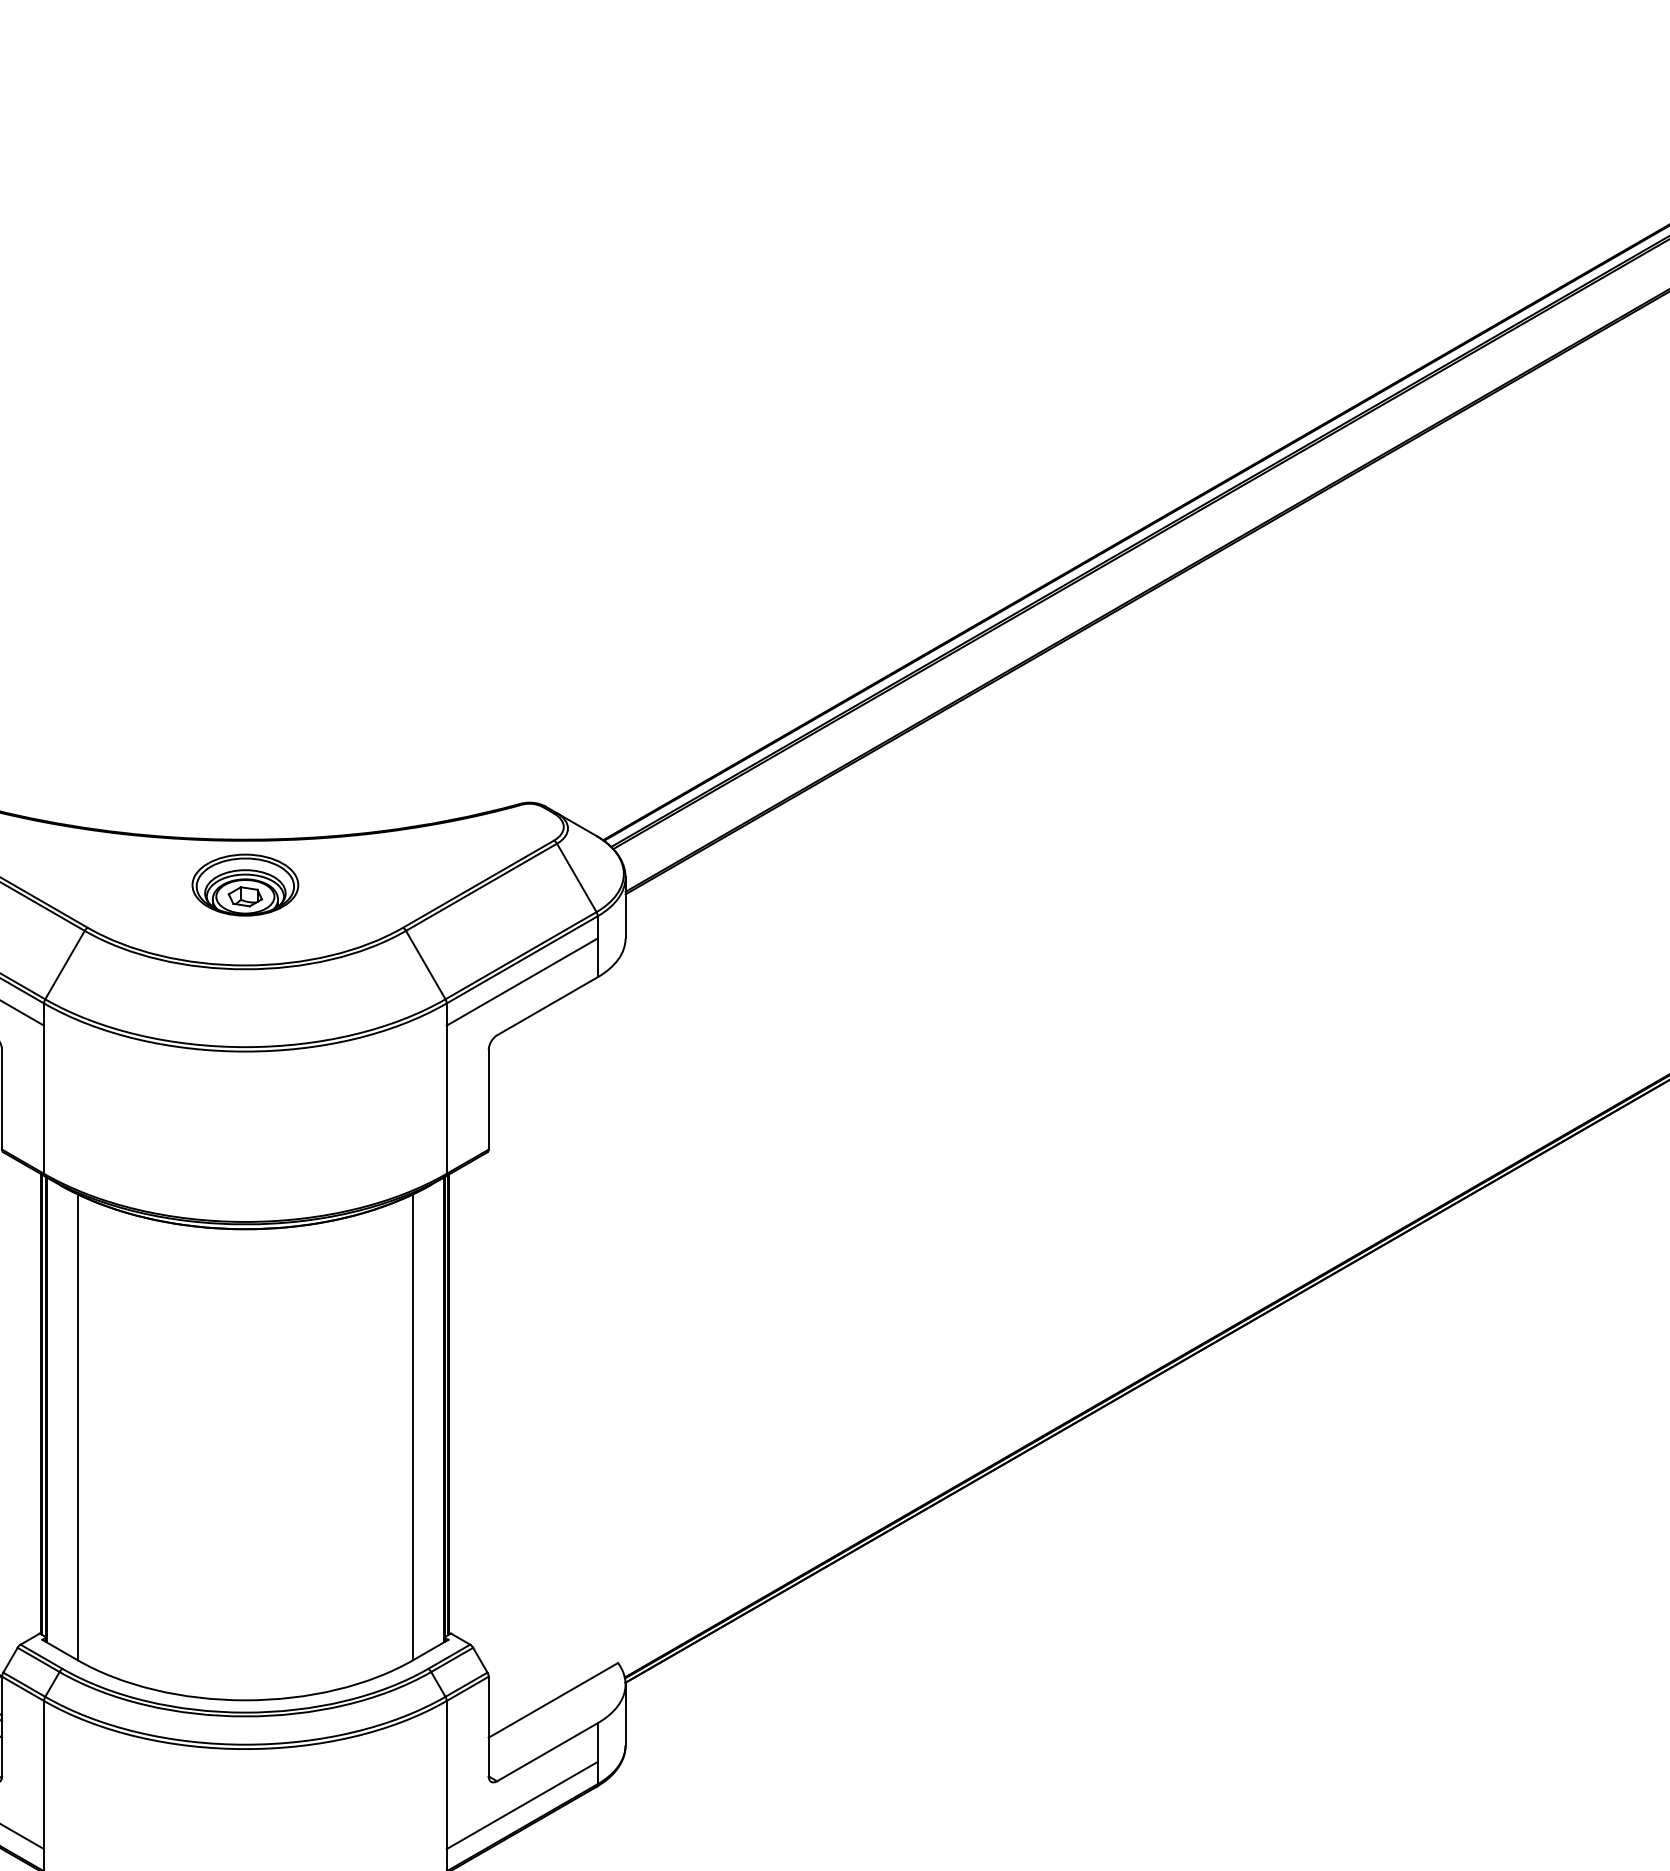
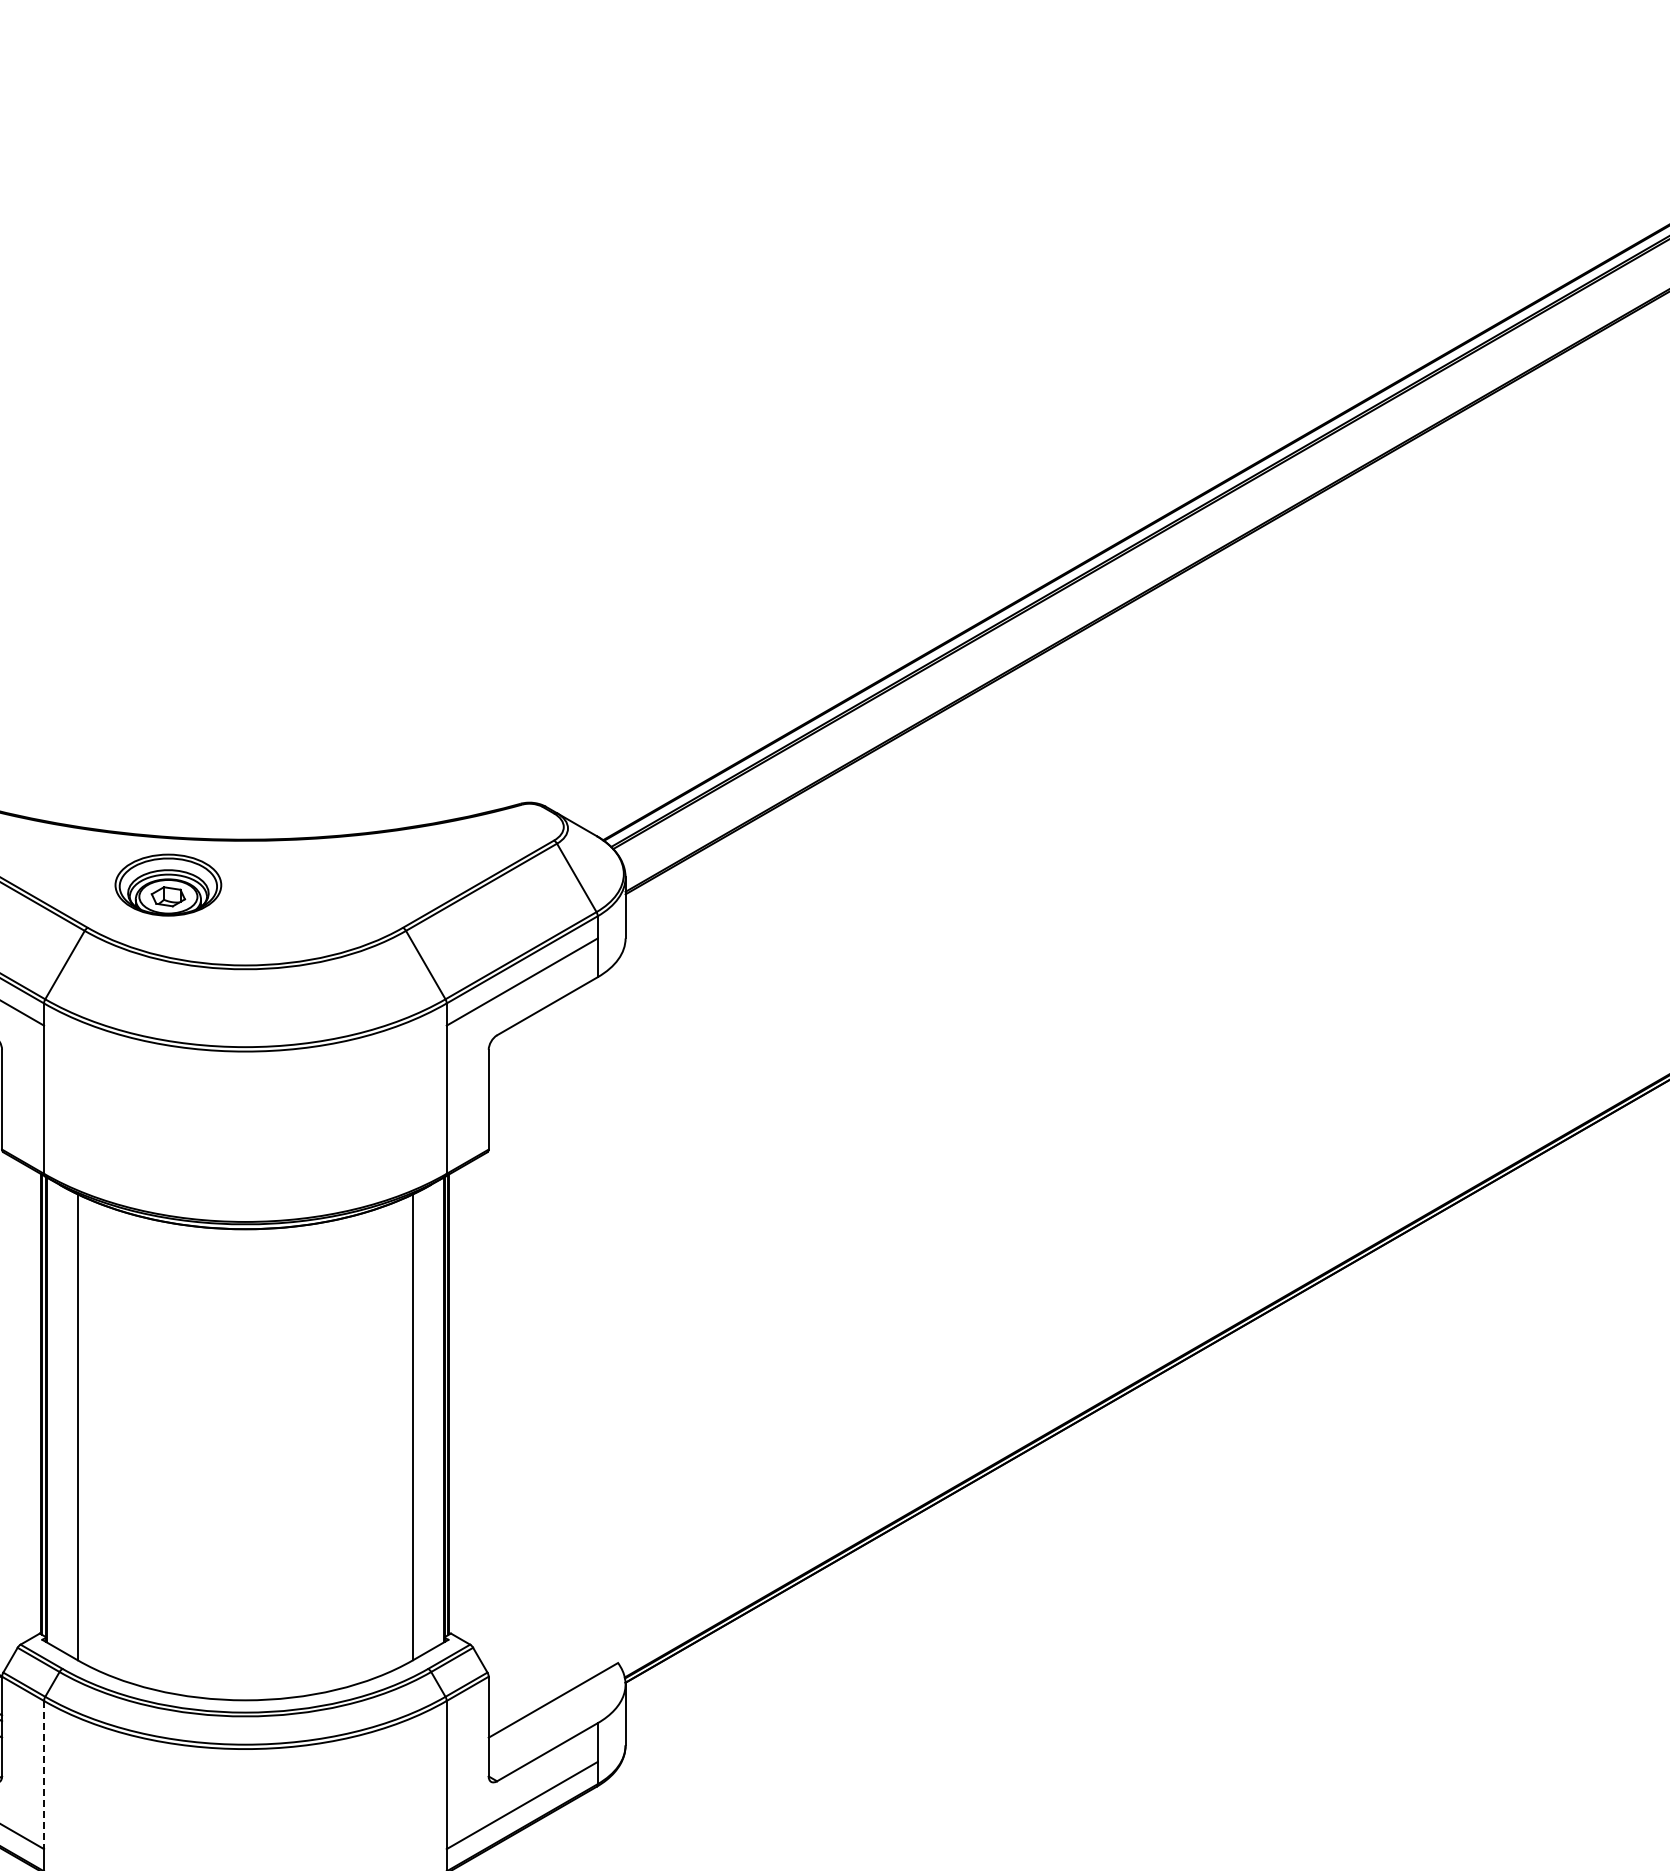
part at (245, 884) position: (245, 884) -> (168, 884)
line at (44, 1775): solid -> dashed
